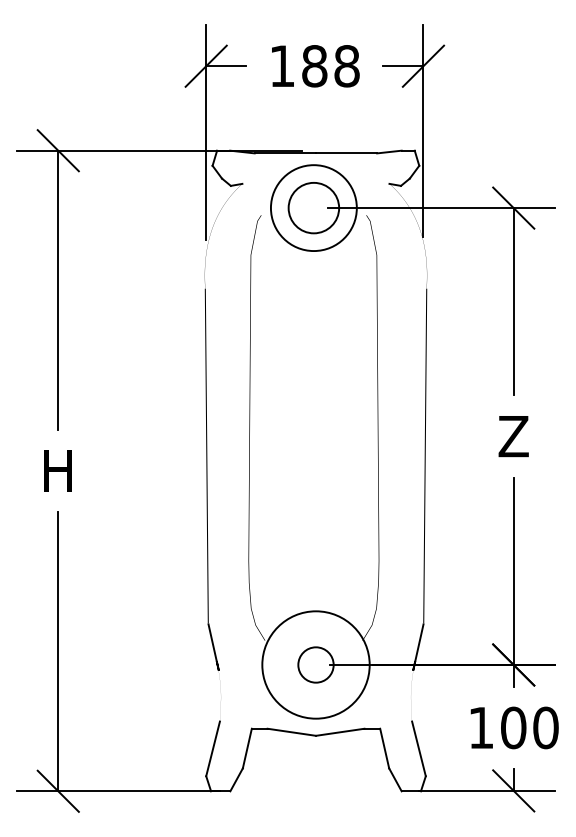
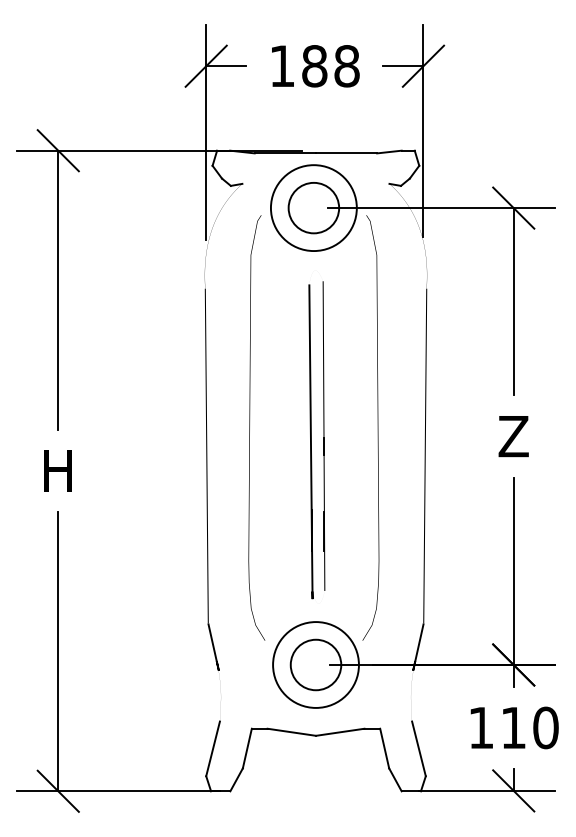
part at (316, 440): none -> present
circle at (315, 664) diameter: 107 px -> 86 px
circle at (315, 664) diameter: 35 px -> 50 px
text at (513, 727): 100 -> 110
